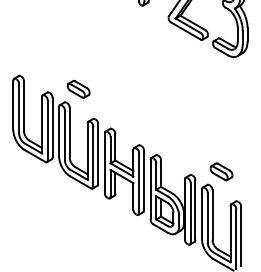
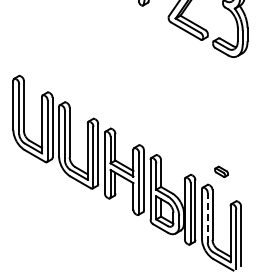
part at (78, 88): present -> none
part at (221, 171) size: 25x20 px -> 15x13 px
line at (207, 217): solid -> dashed
